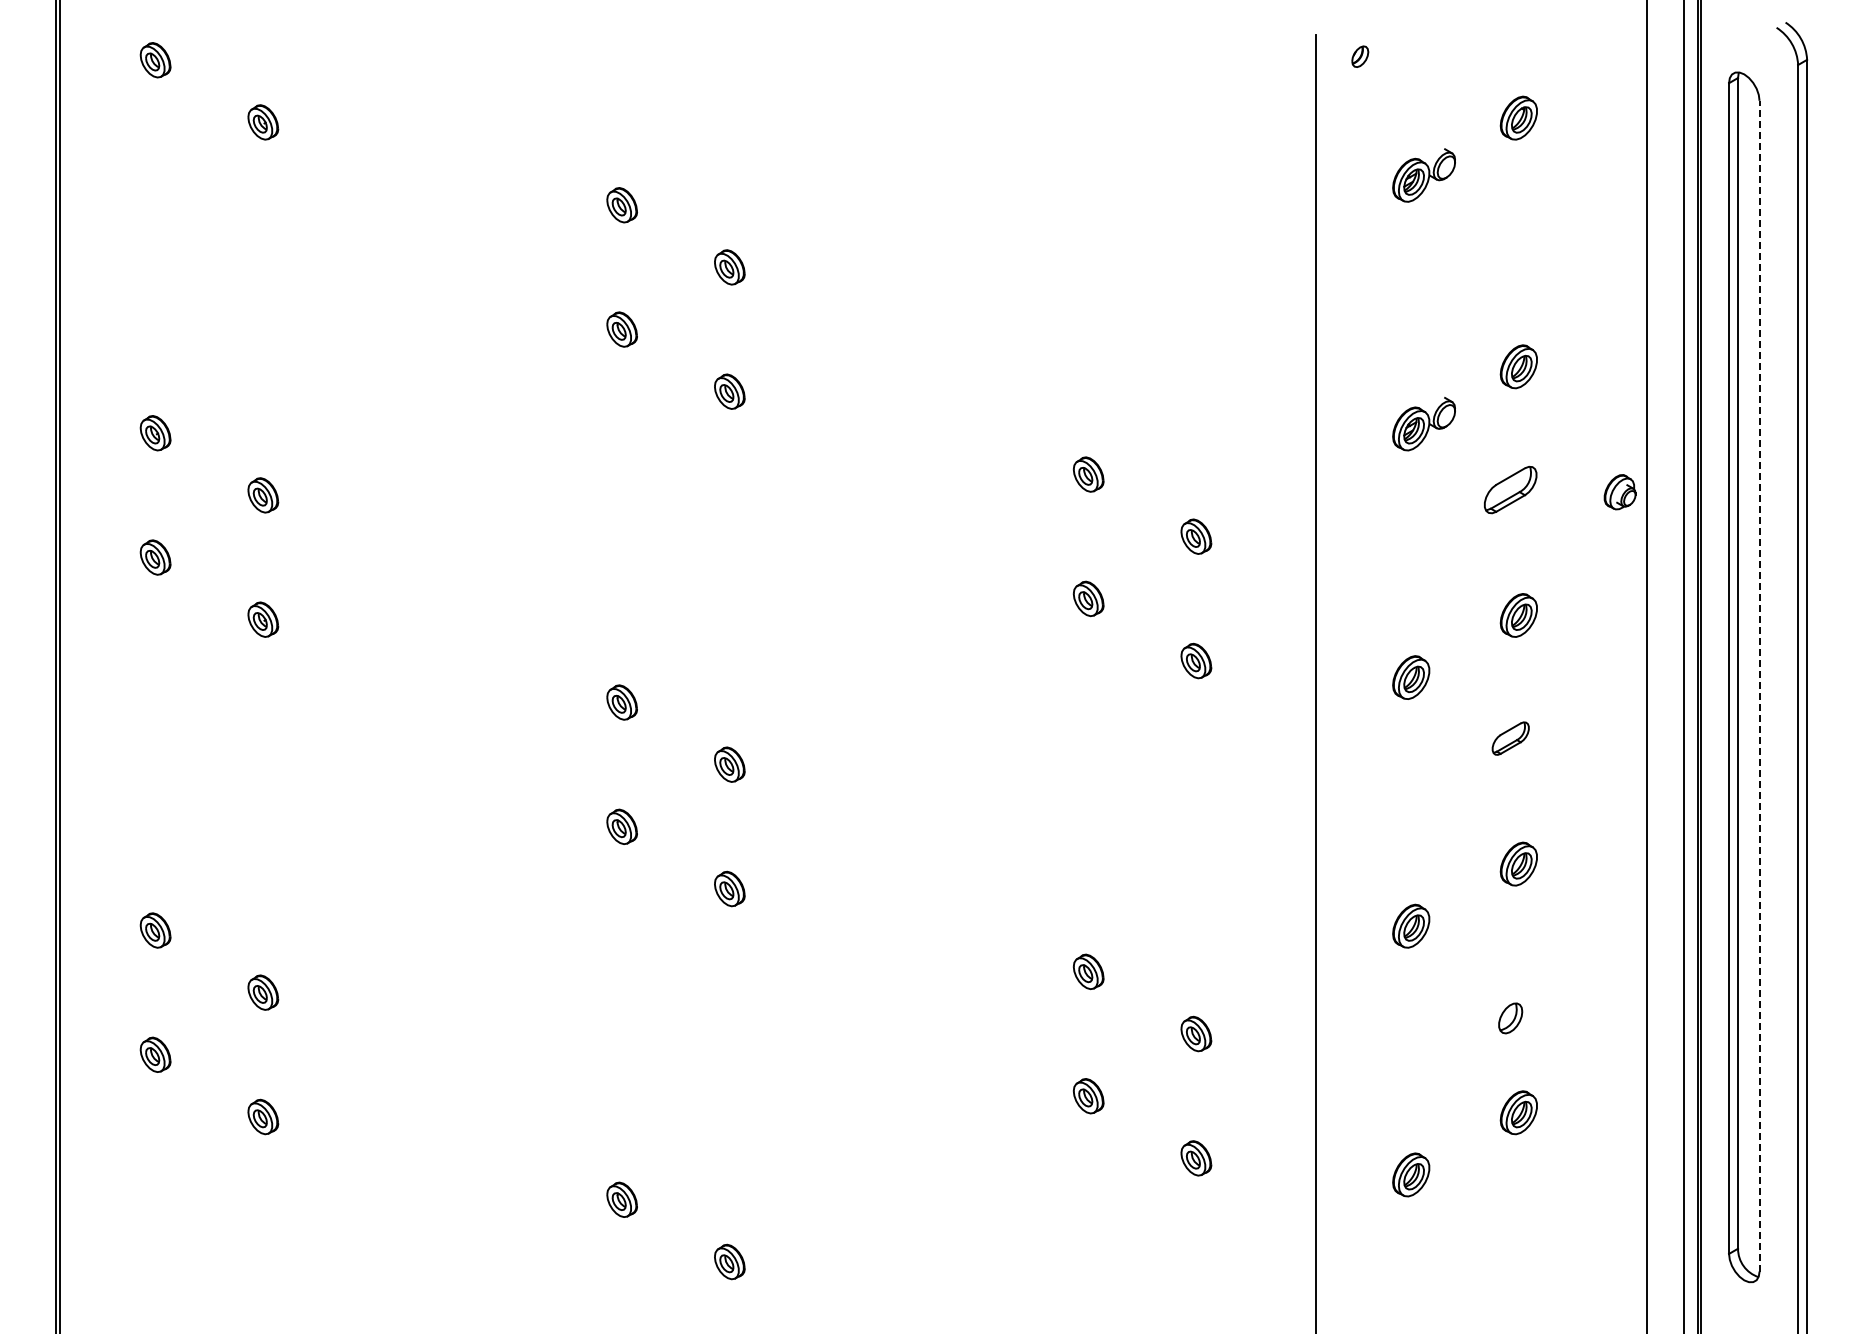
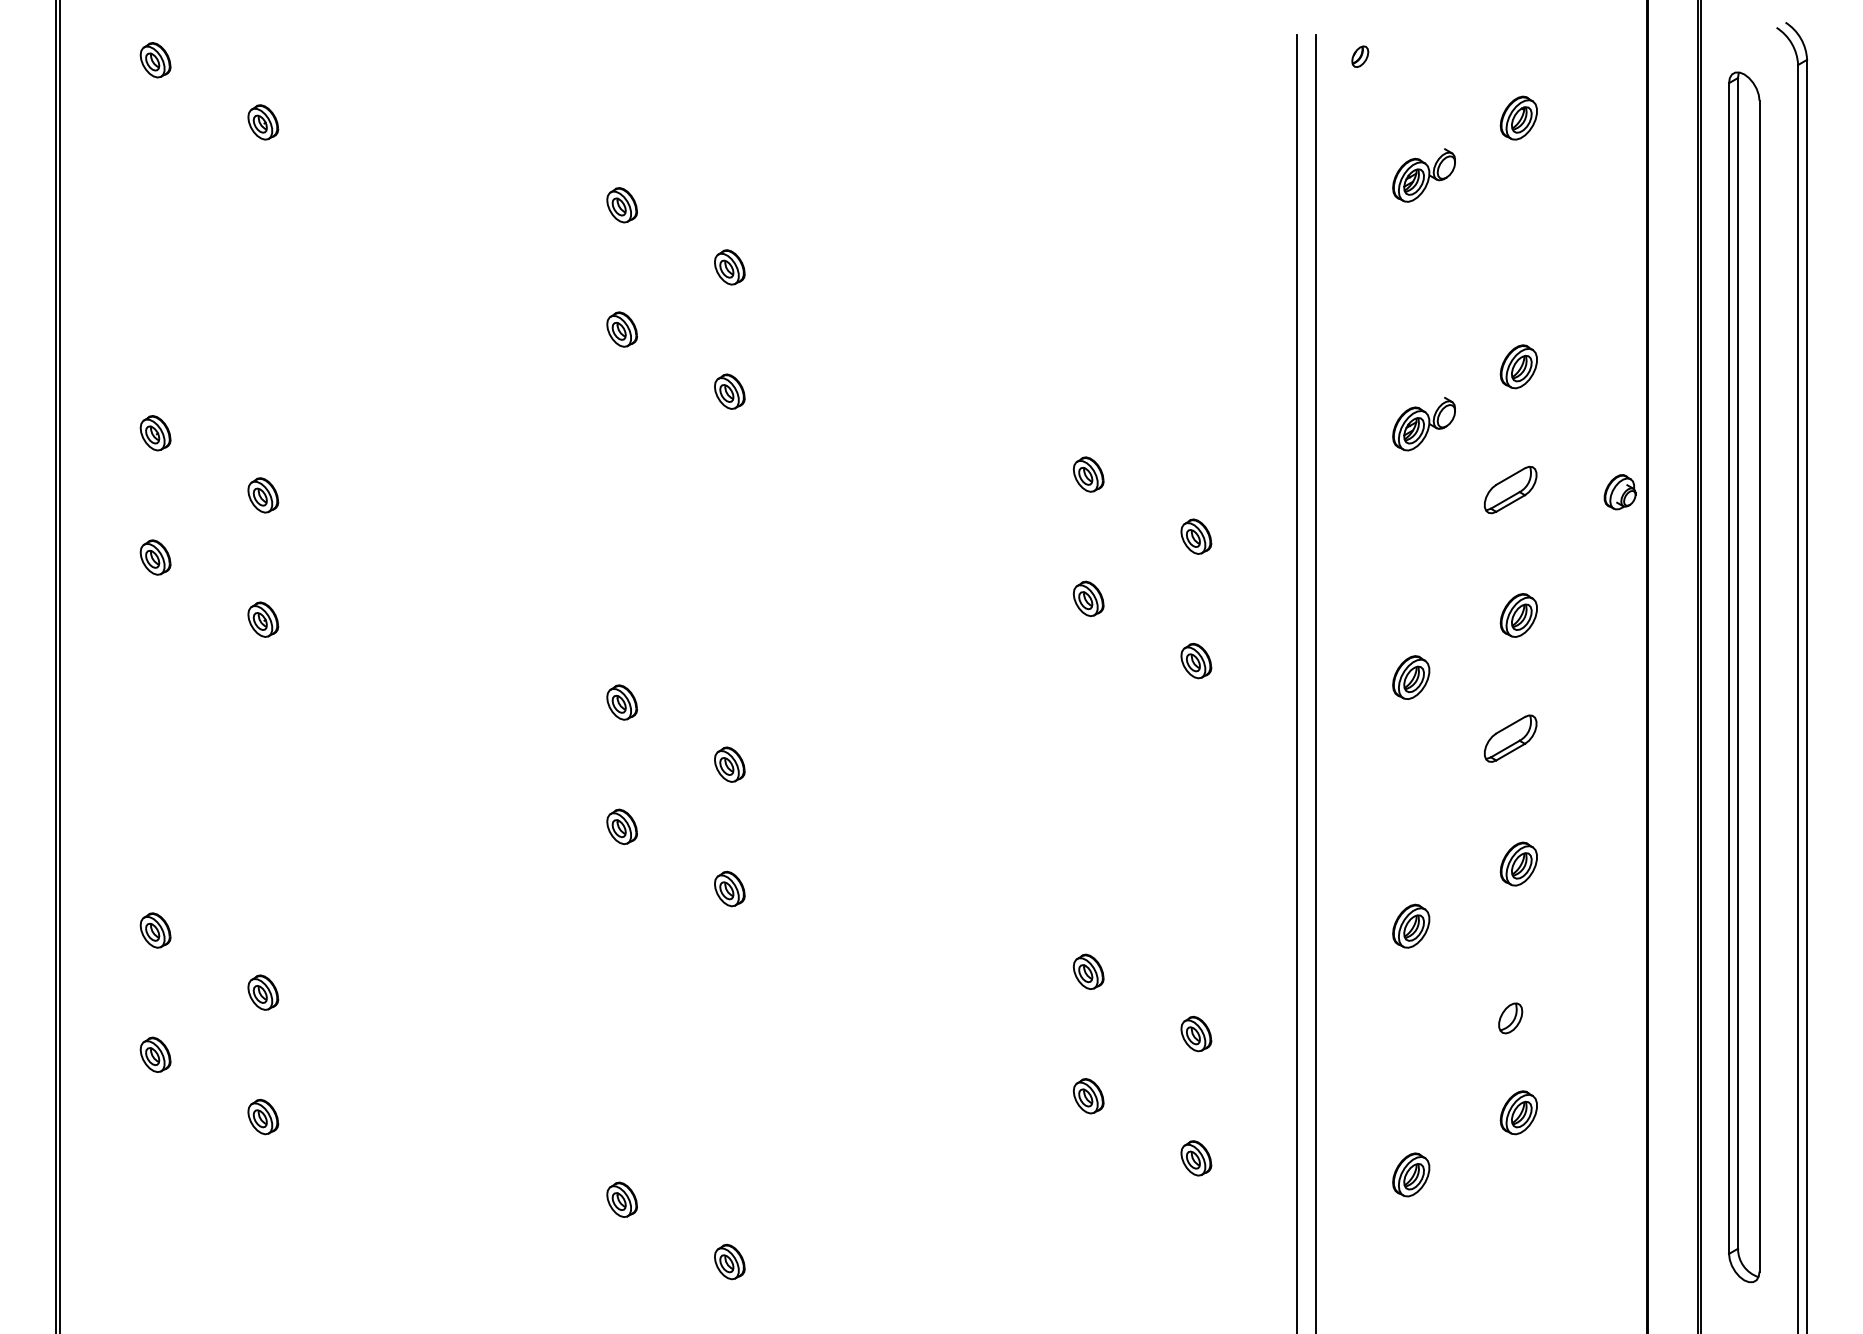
line at (1683, 666) position: (1683, 666) -> (1647, 666)
line at (1297, 682): none -> present
line at (1759, 685): dashed -> solid
part at (1510, 738) size: 39x35 px -> 54x49 px
